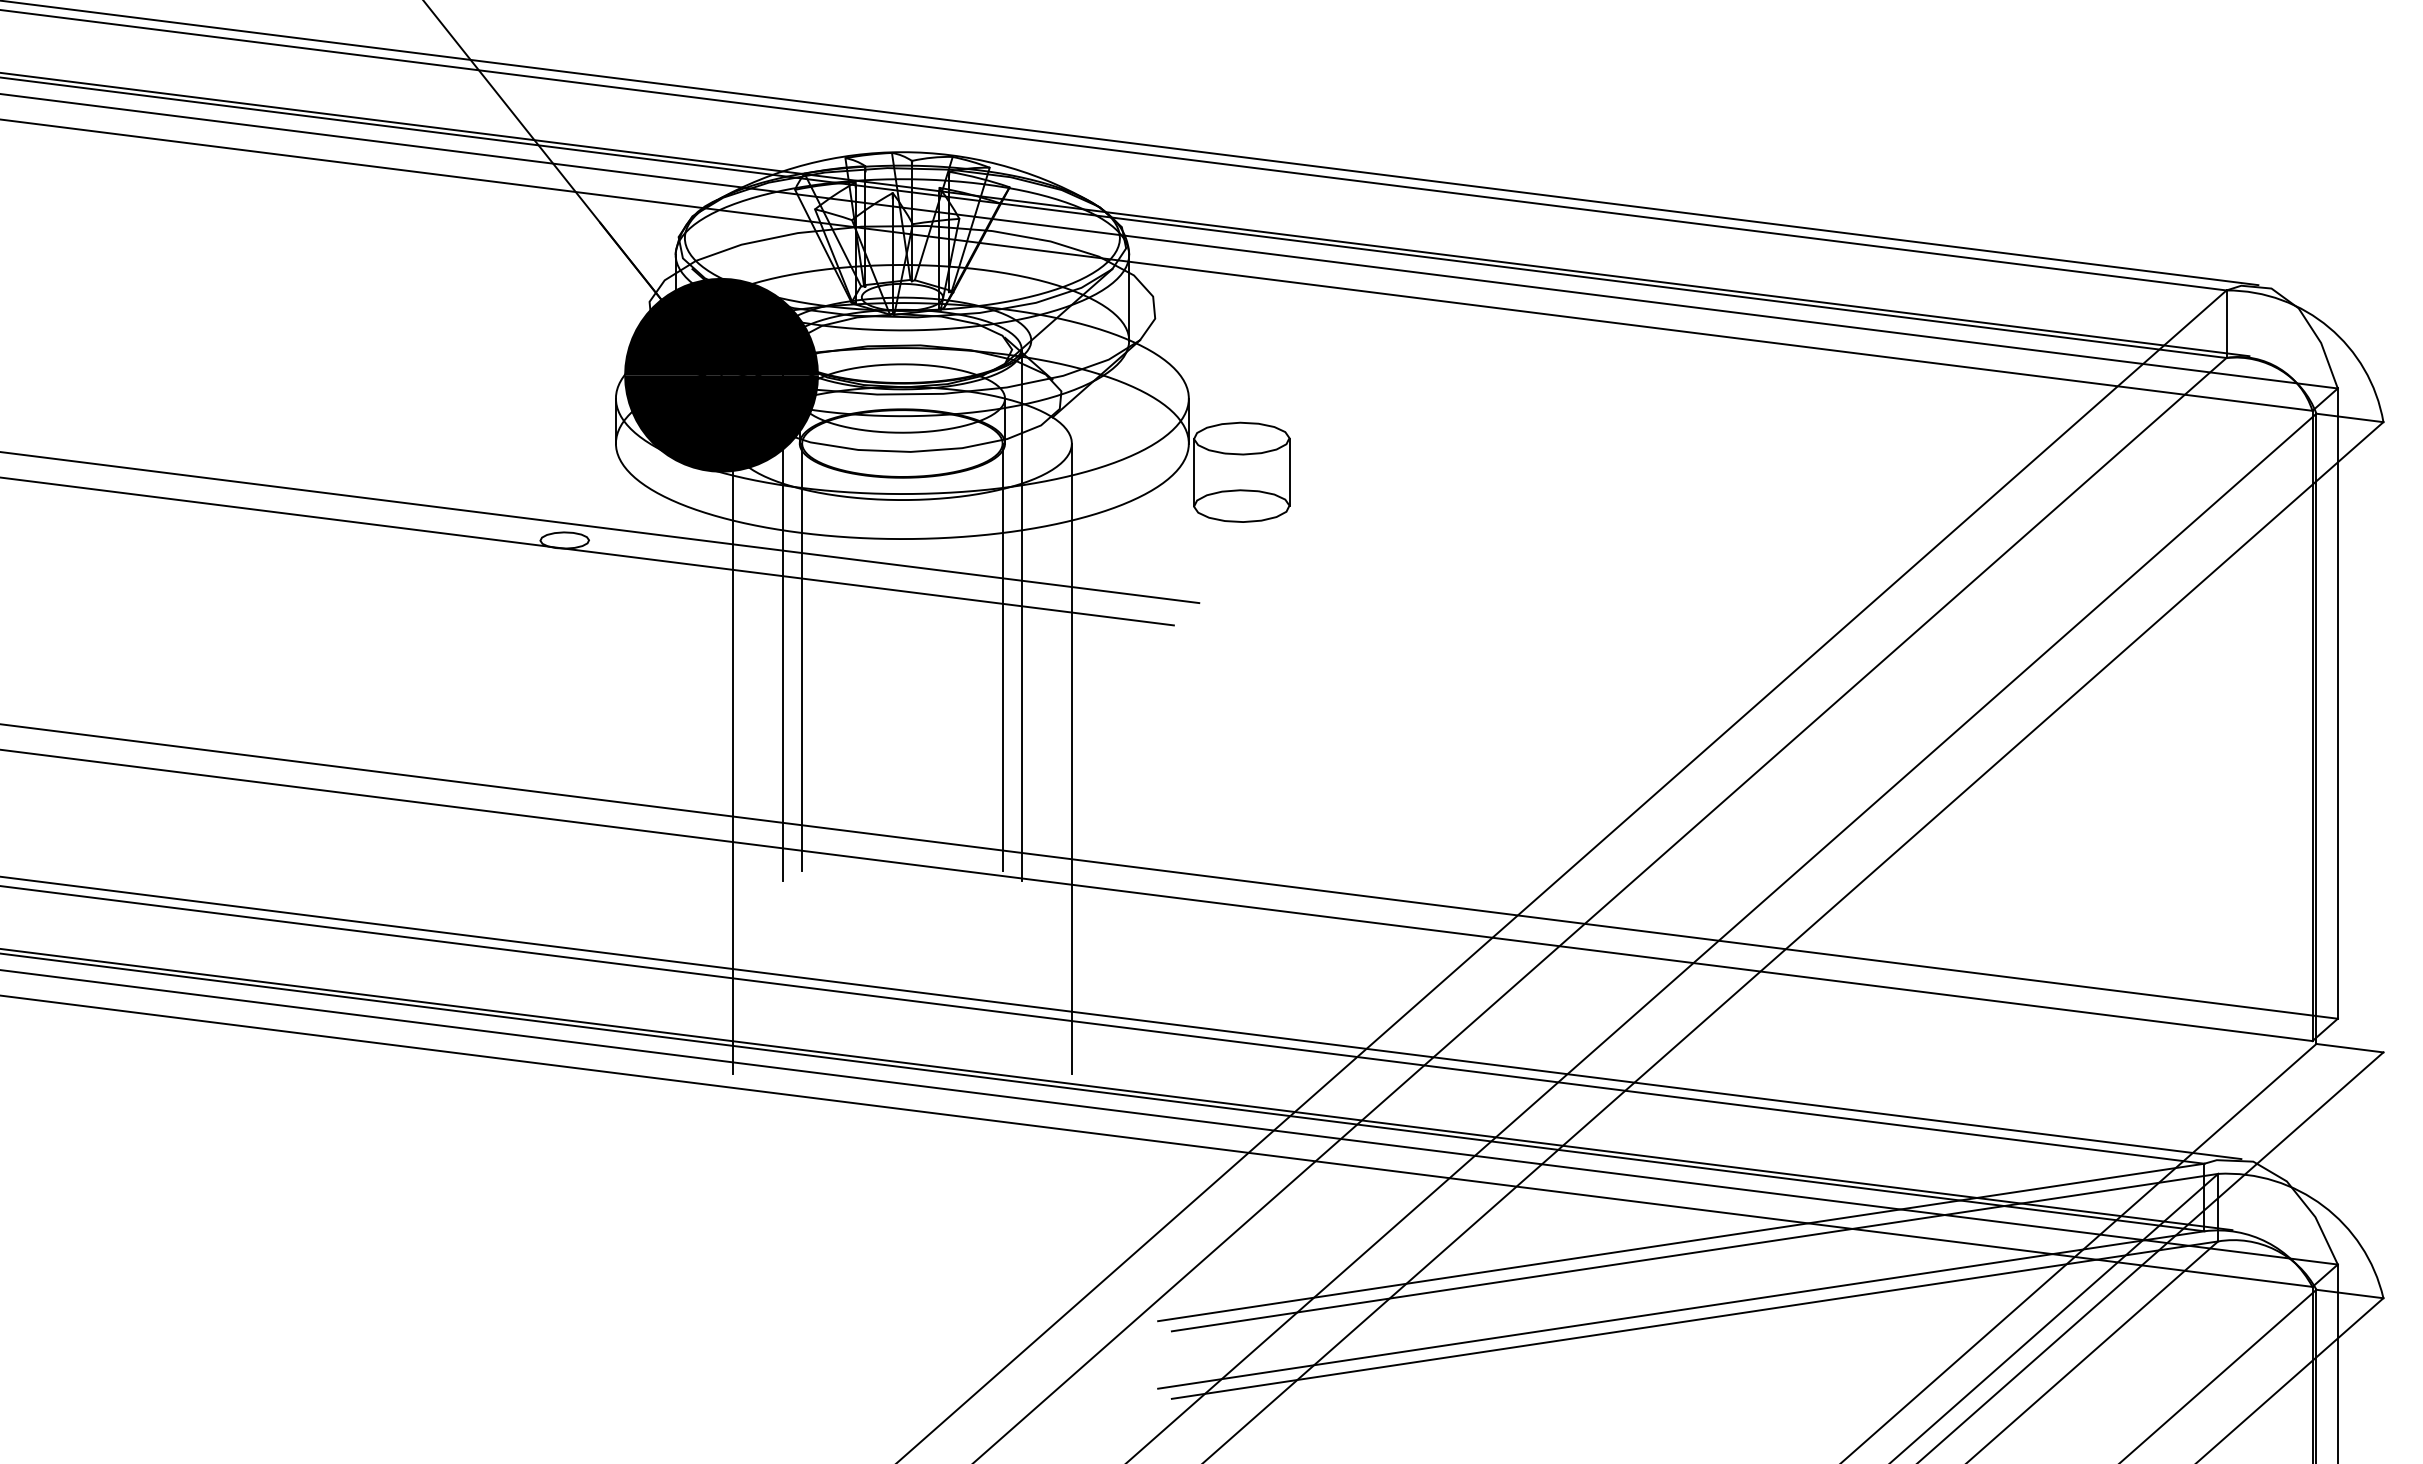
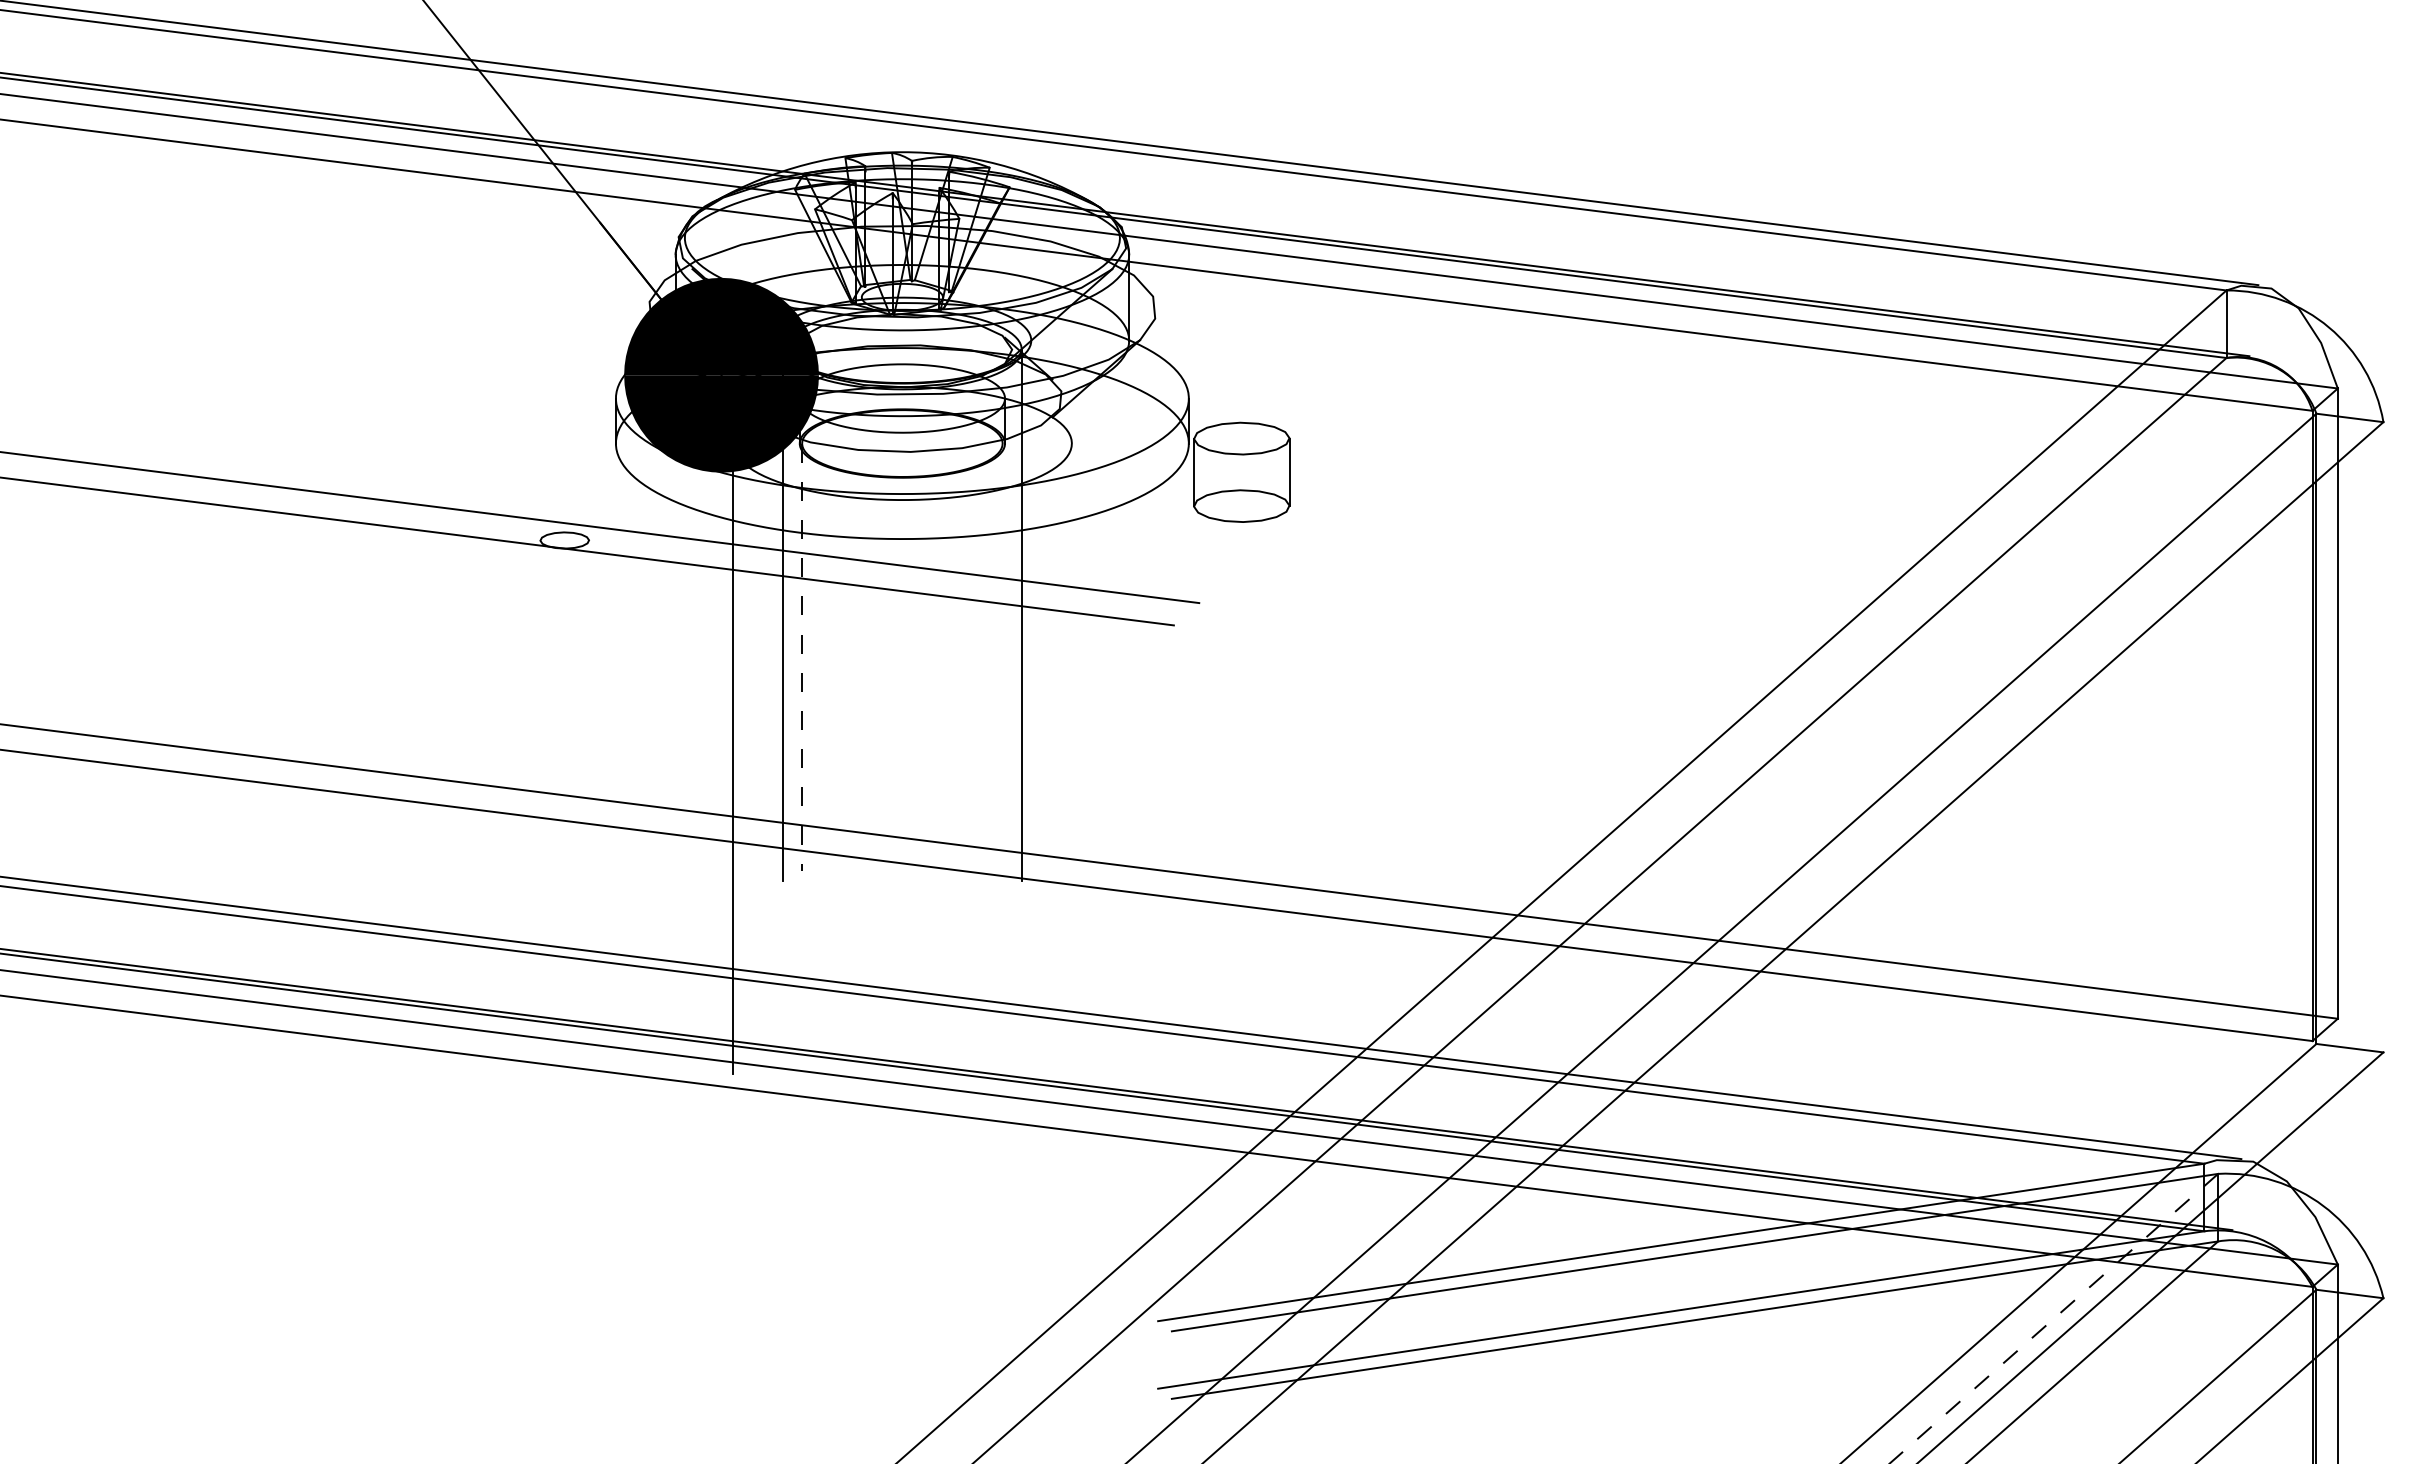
line at (802, 657): solid -> dashed
line at (1002, 657): present -> none
line at (1071, 758): present -> none
line at (2053, 1318): solid -> dashed
